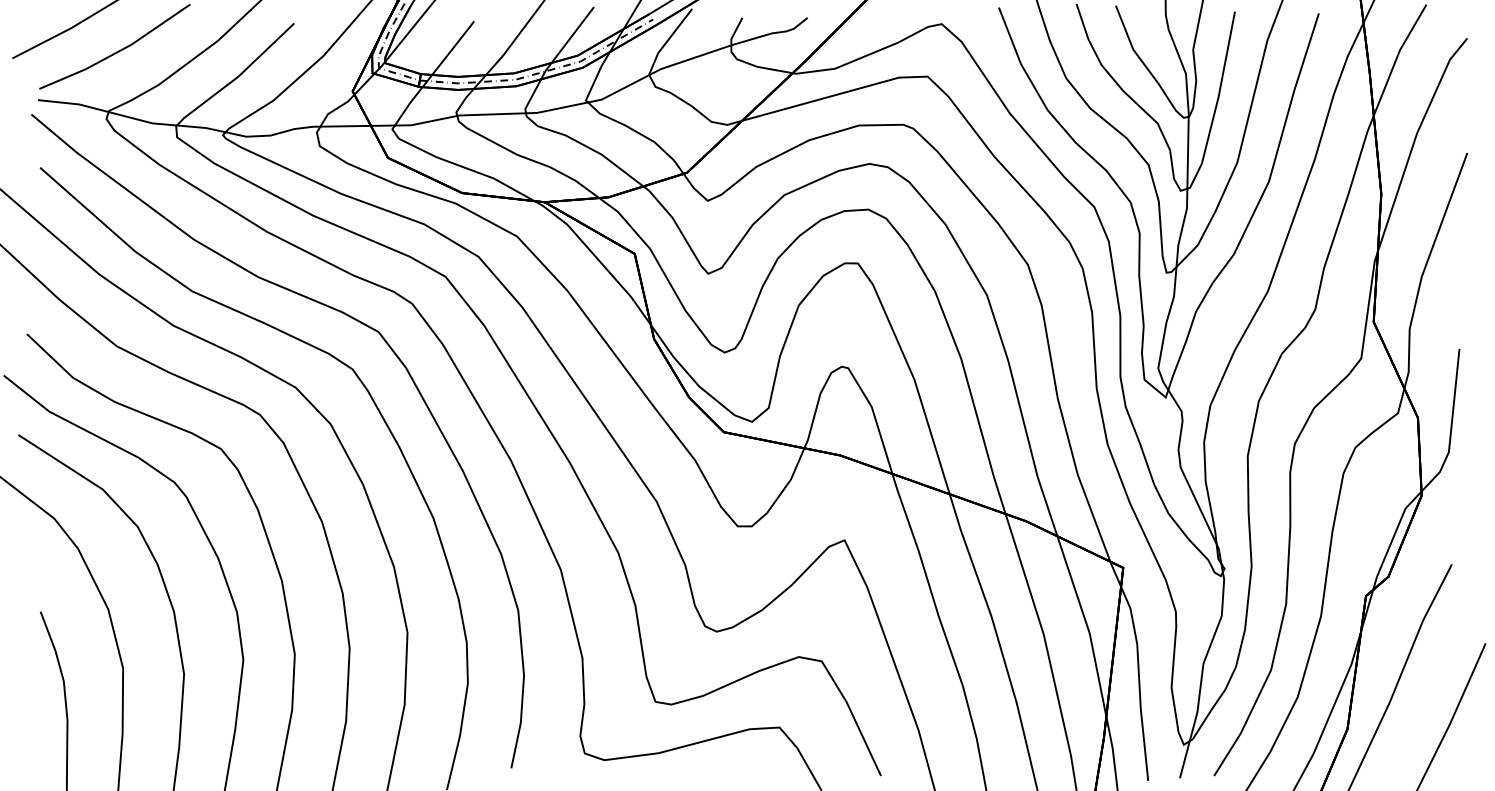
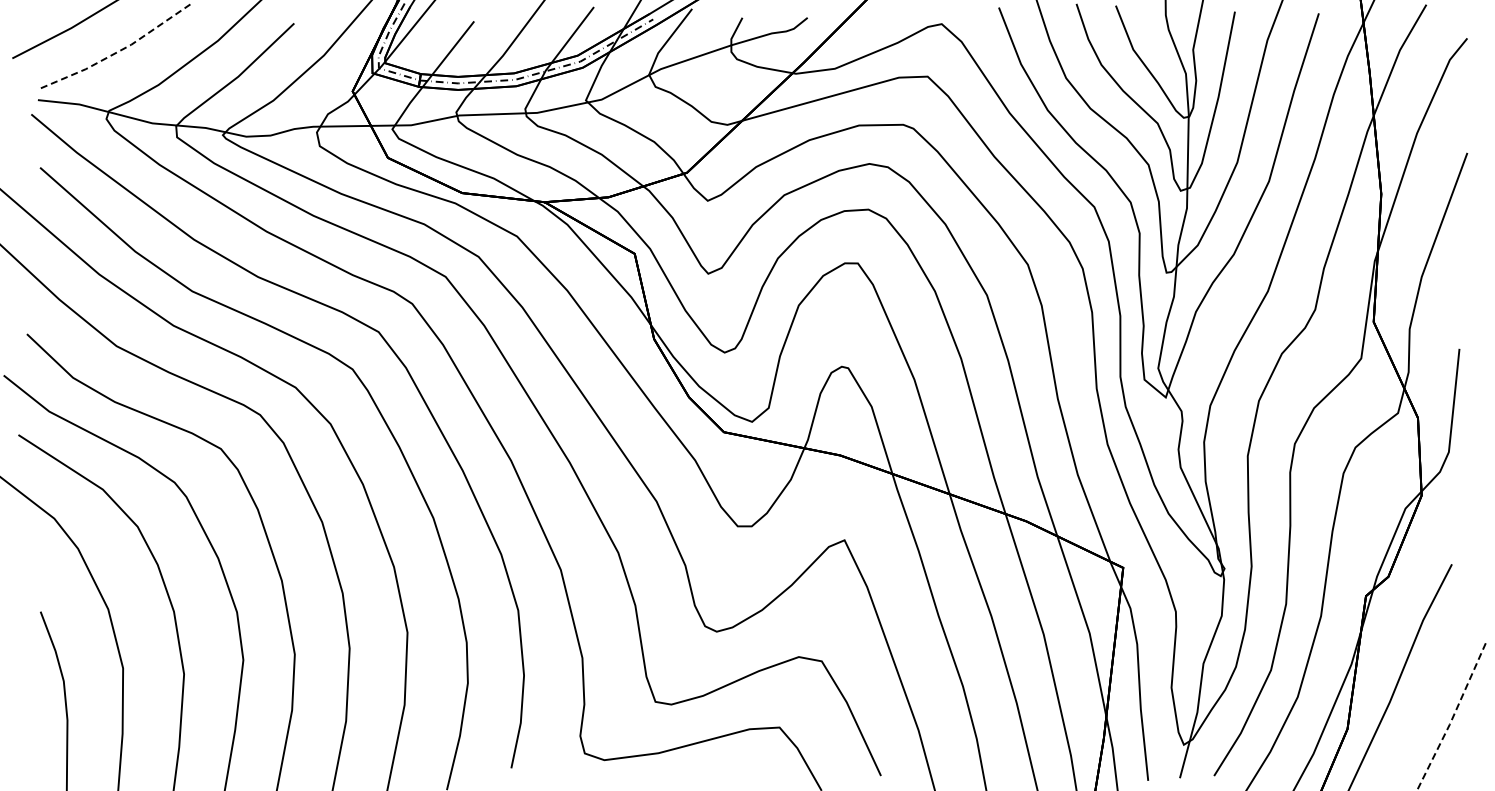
line at (117, 52): solid -> dashed
line at (1452, 718): solid -> dashed
